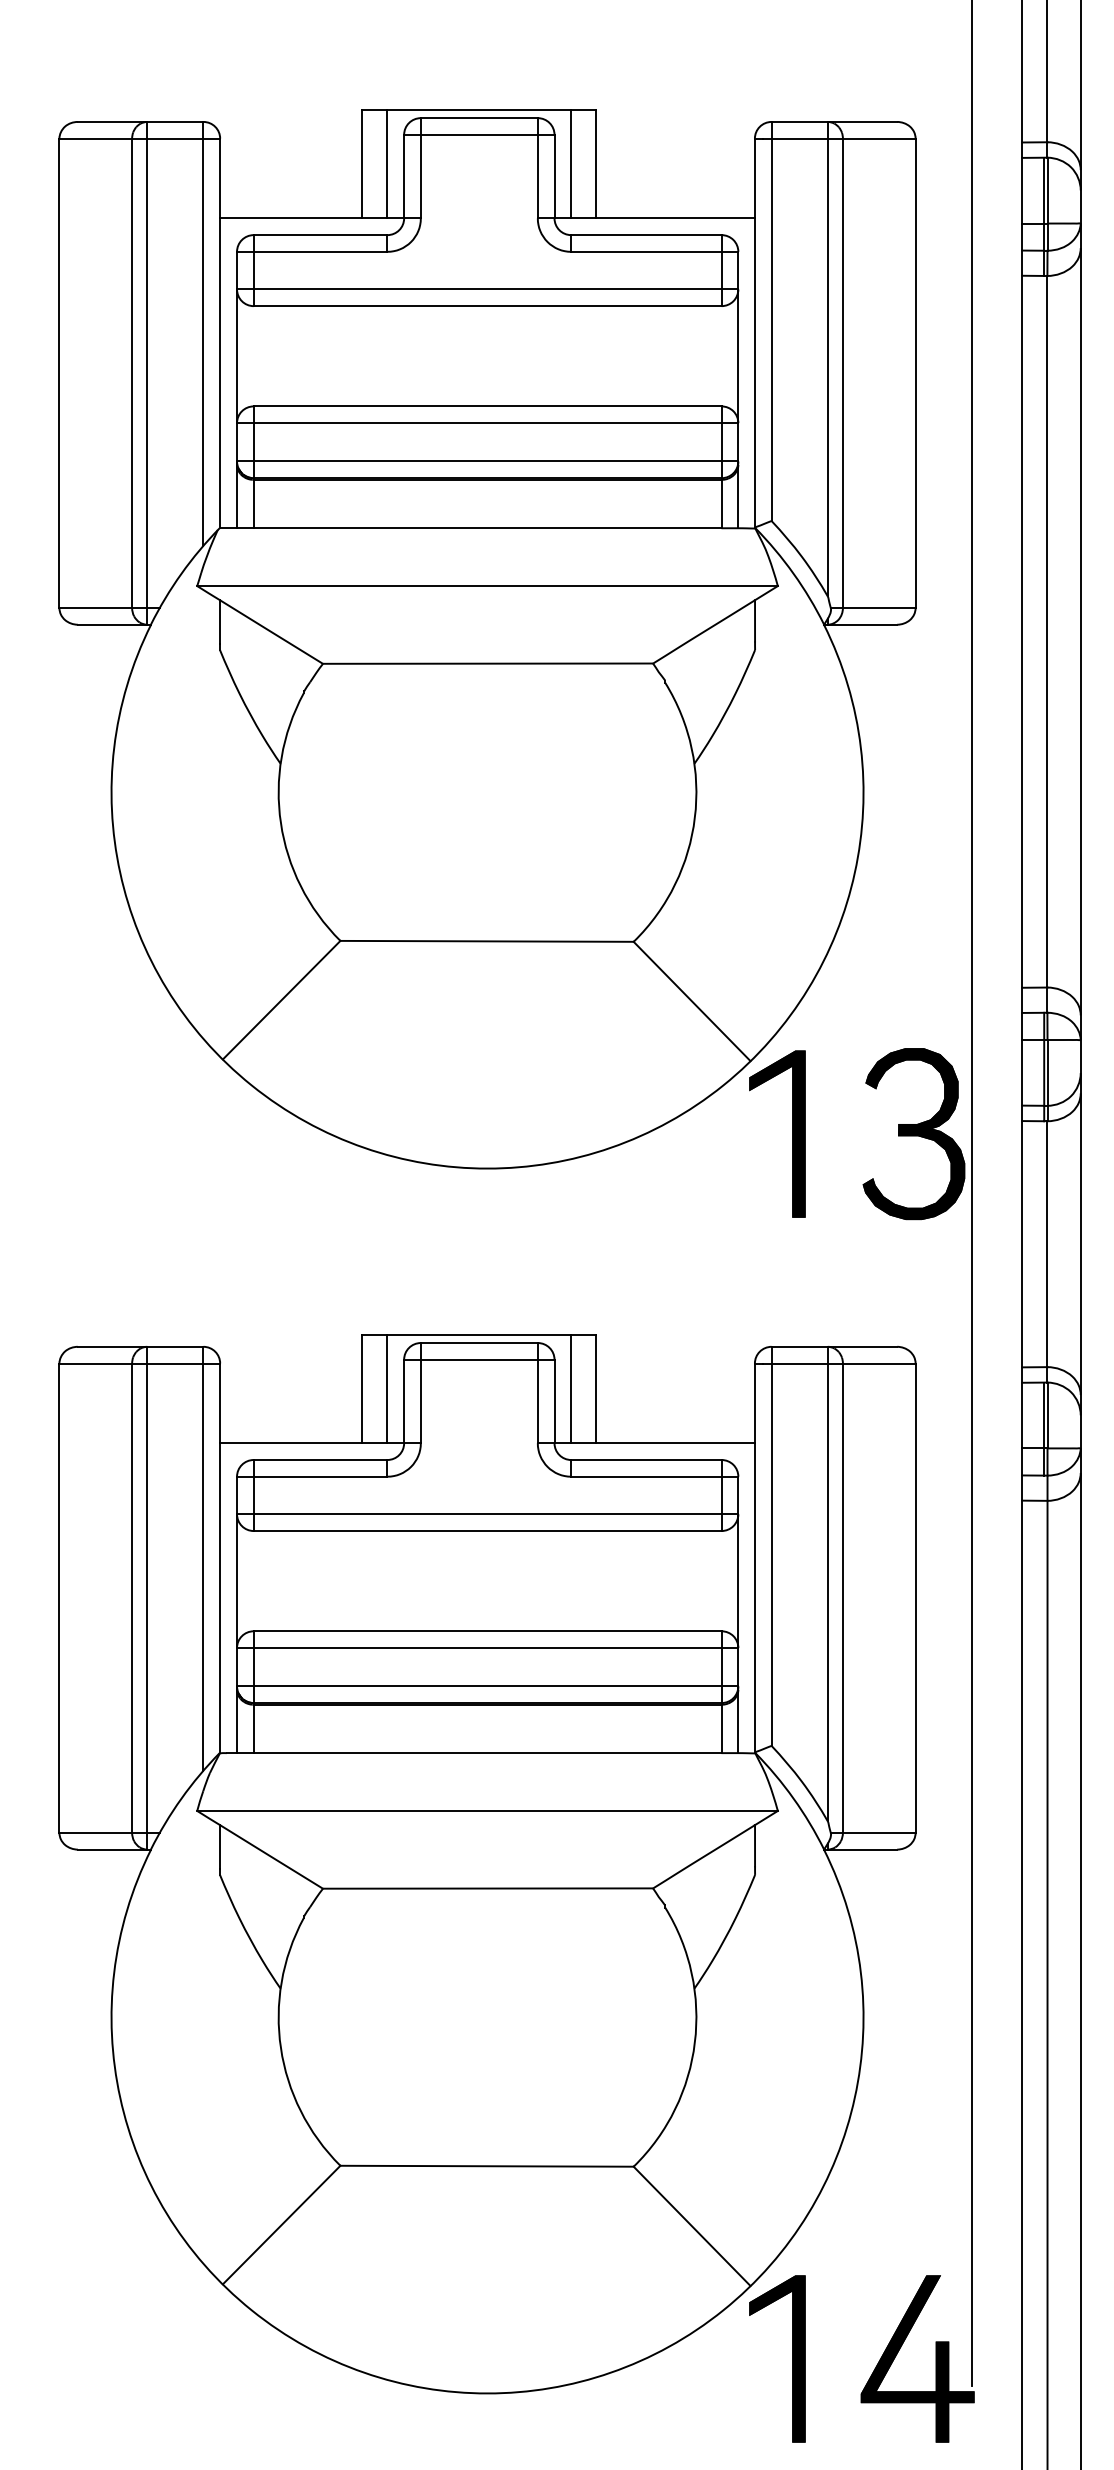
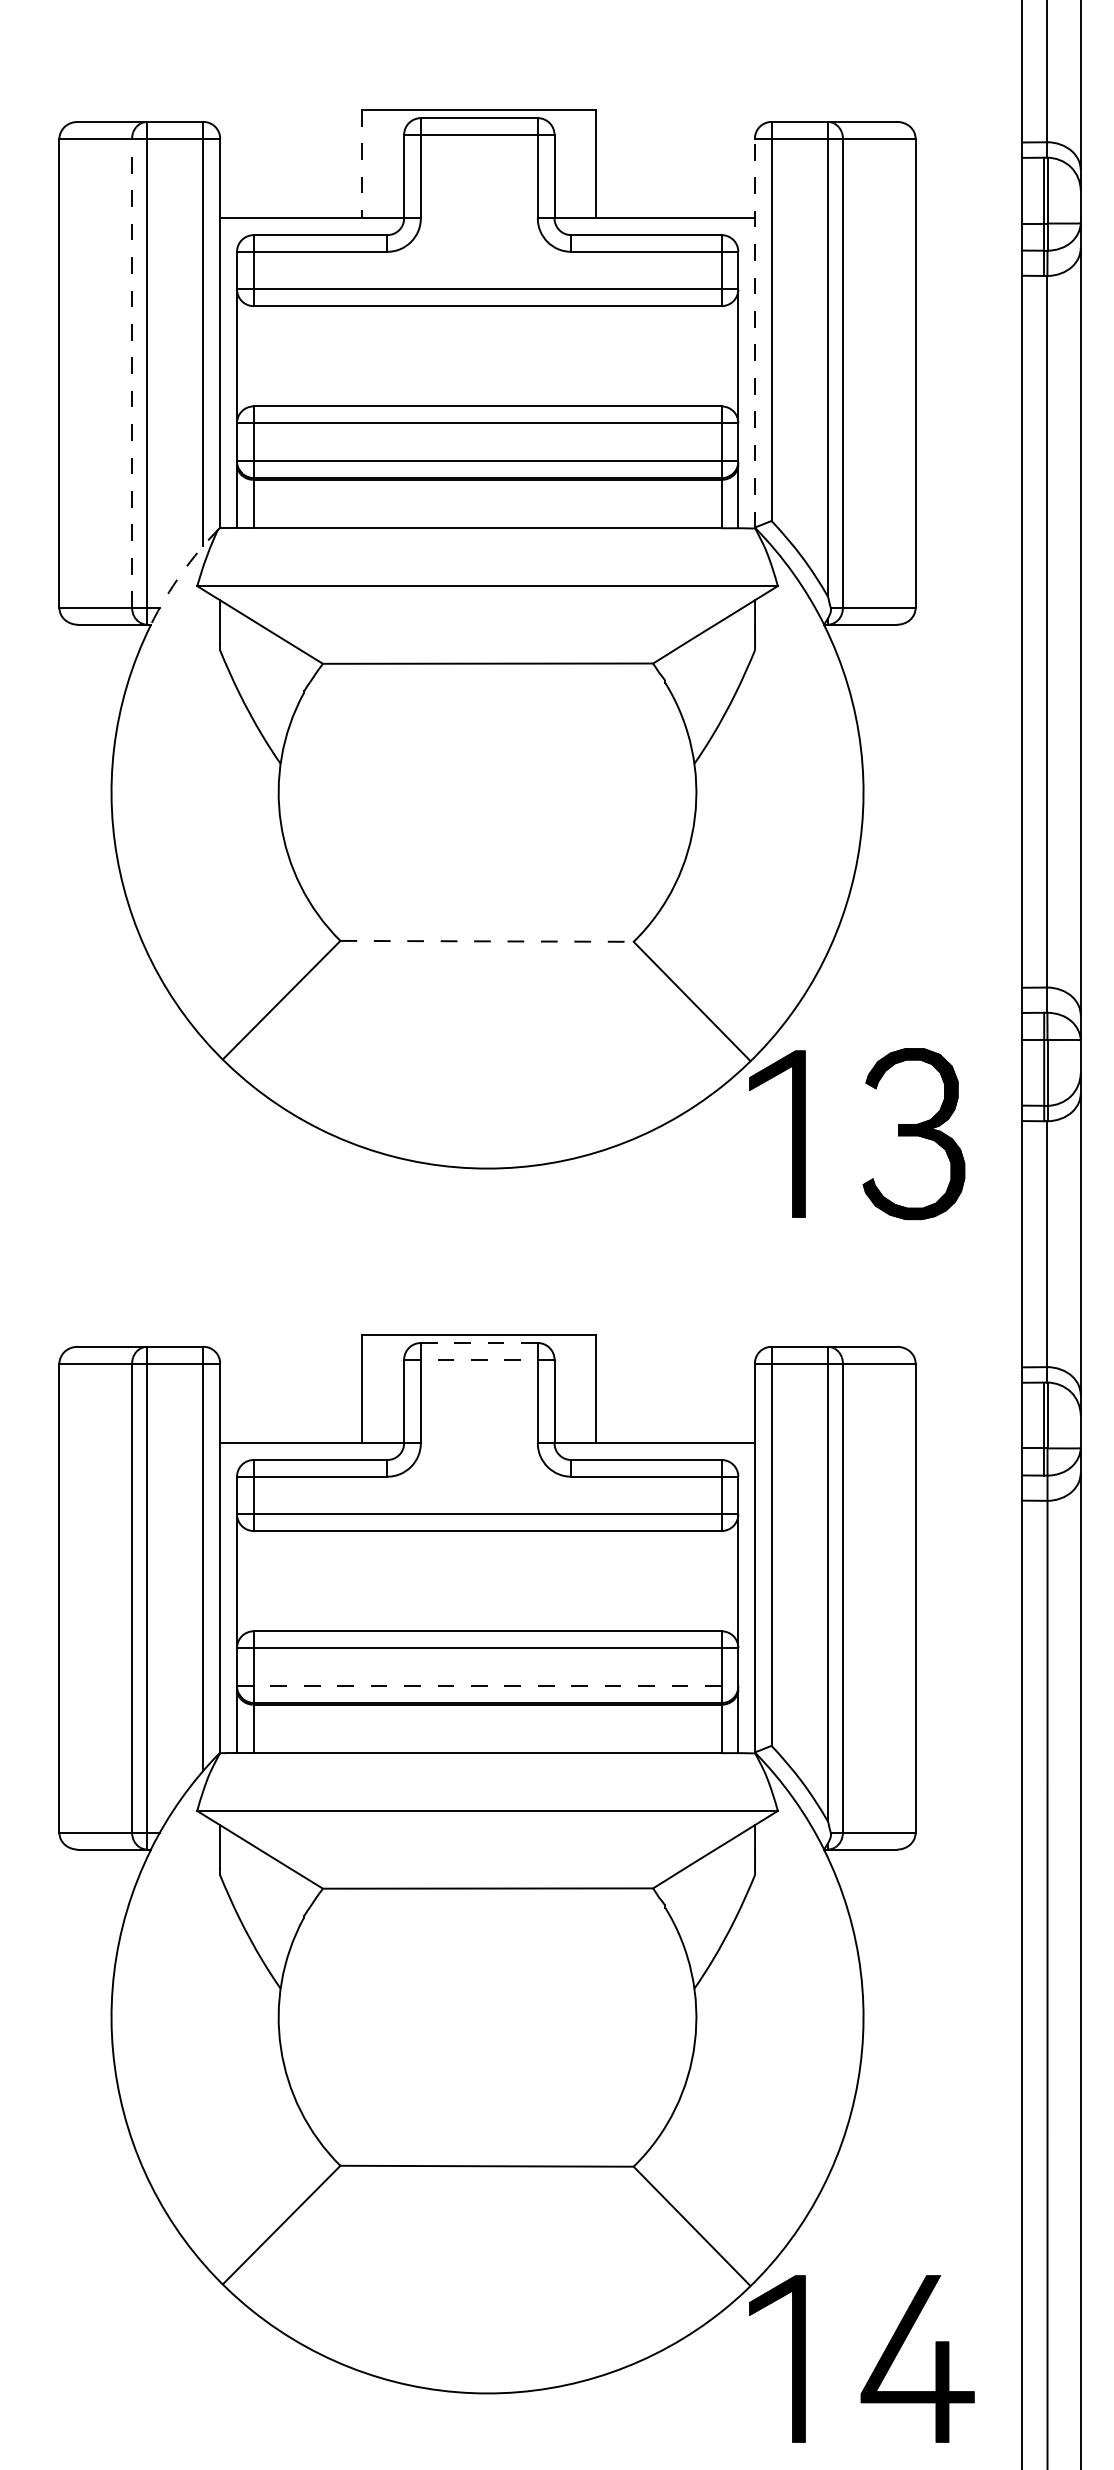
line at (387, 163): present -> none
line at (571, 163): present -> none
line at (362, 164): solid -> dashed
line at (754, 333): solid -> dashed
line at (132, 373): solid -> dashed
arc at (181, 573): solid -> dashed
line at (487, 941): solid -> dashed
line at (972, 1194): present -> none
line at (479, 1343): solid -> dashed
line at (478, 1359): solid -> dashed
line at (387, 1388): present -> none
line at (571, 1388): present -> none
line at (487, 1686): solid -> dashed
